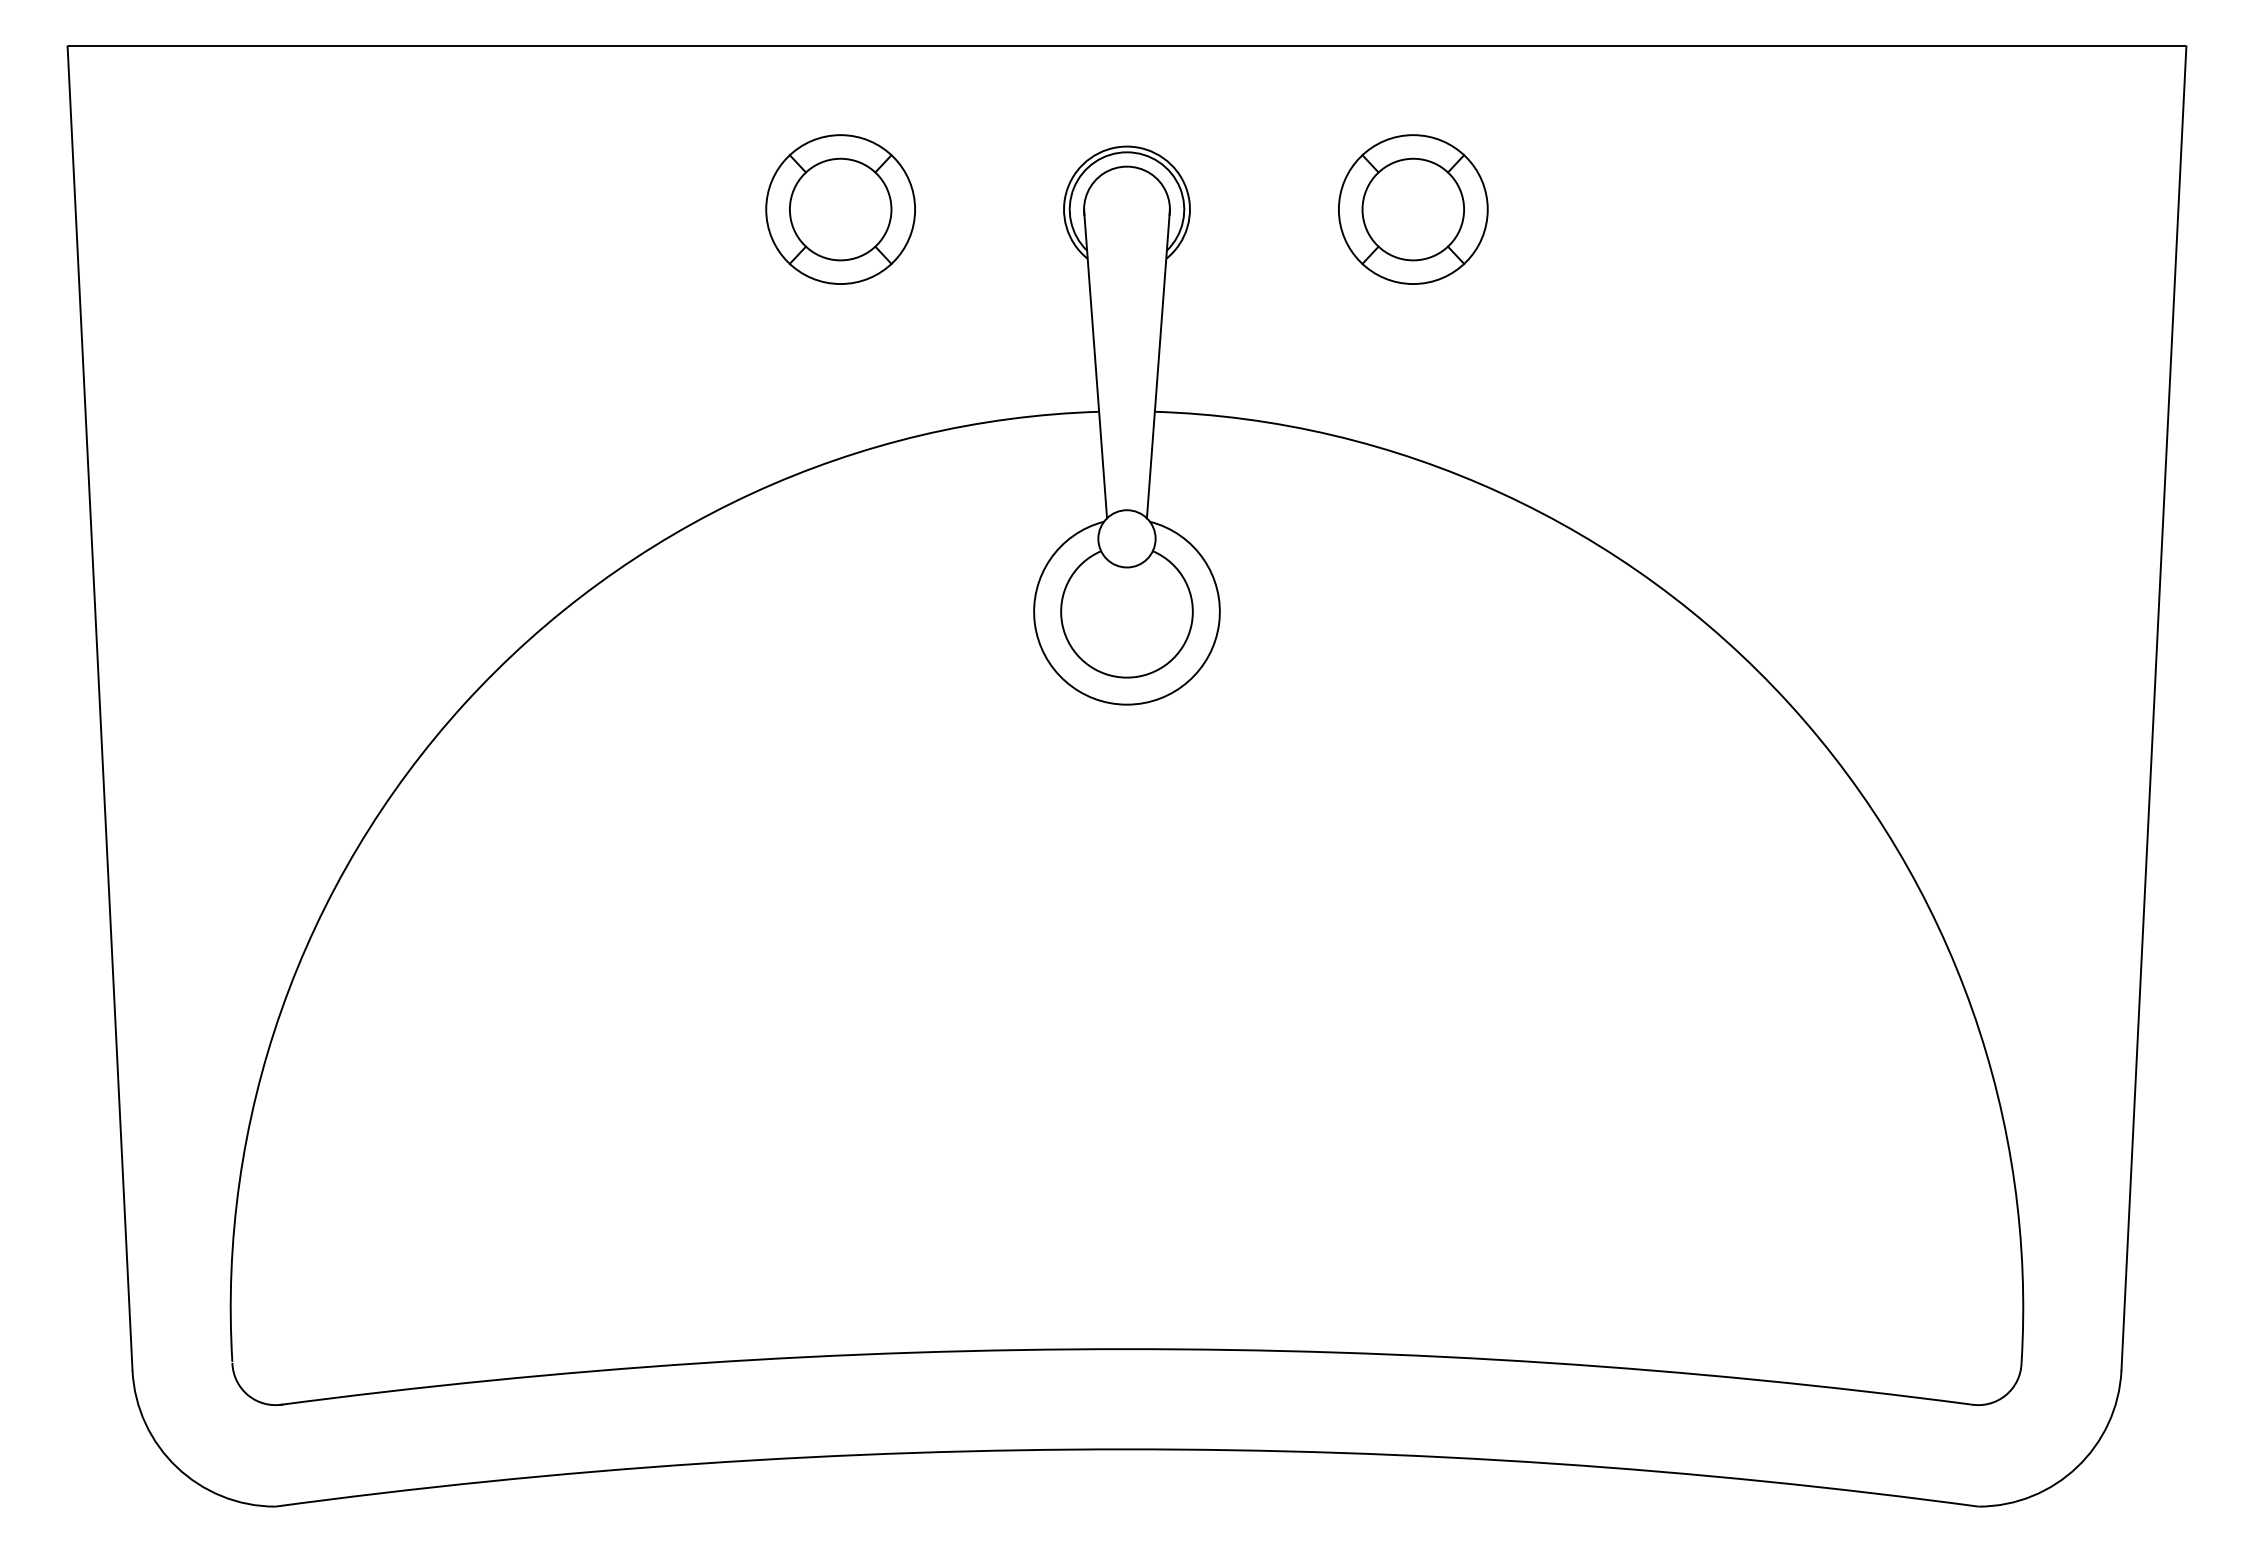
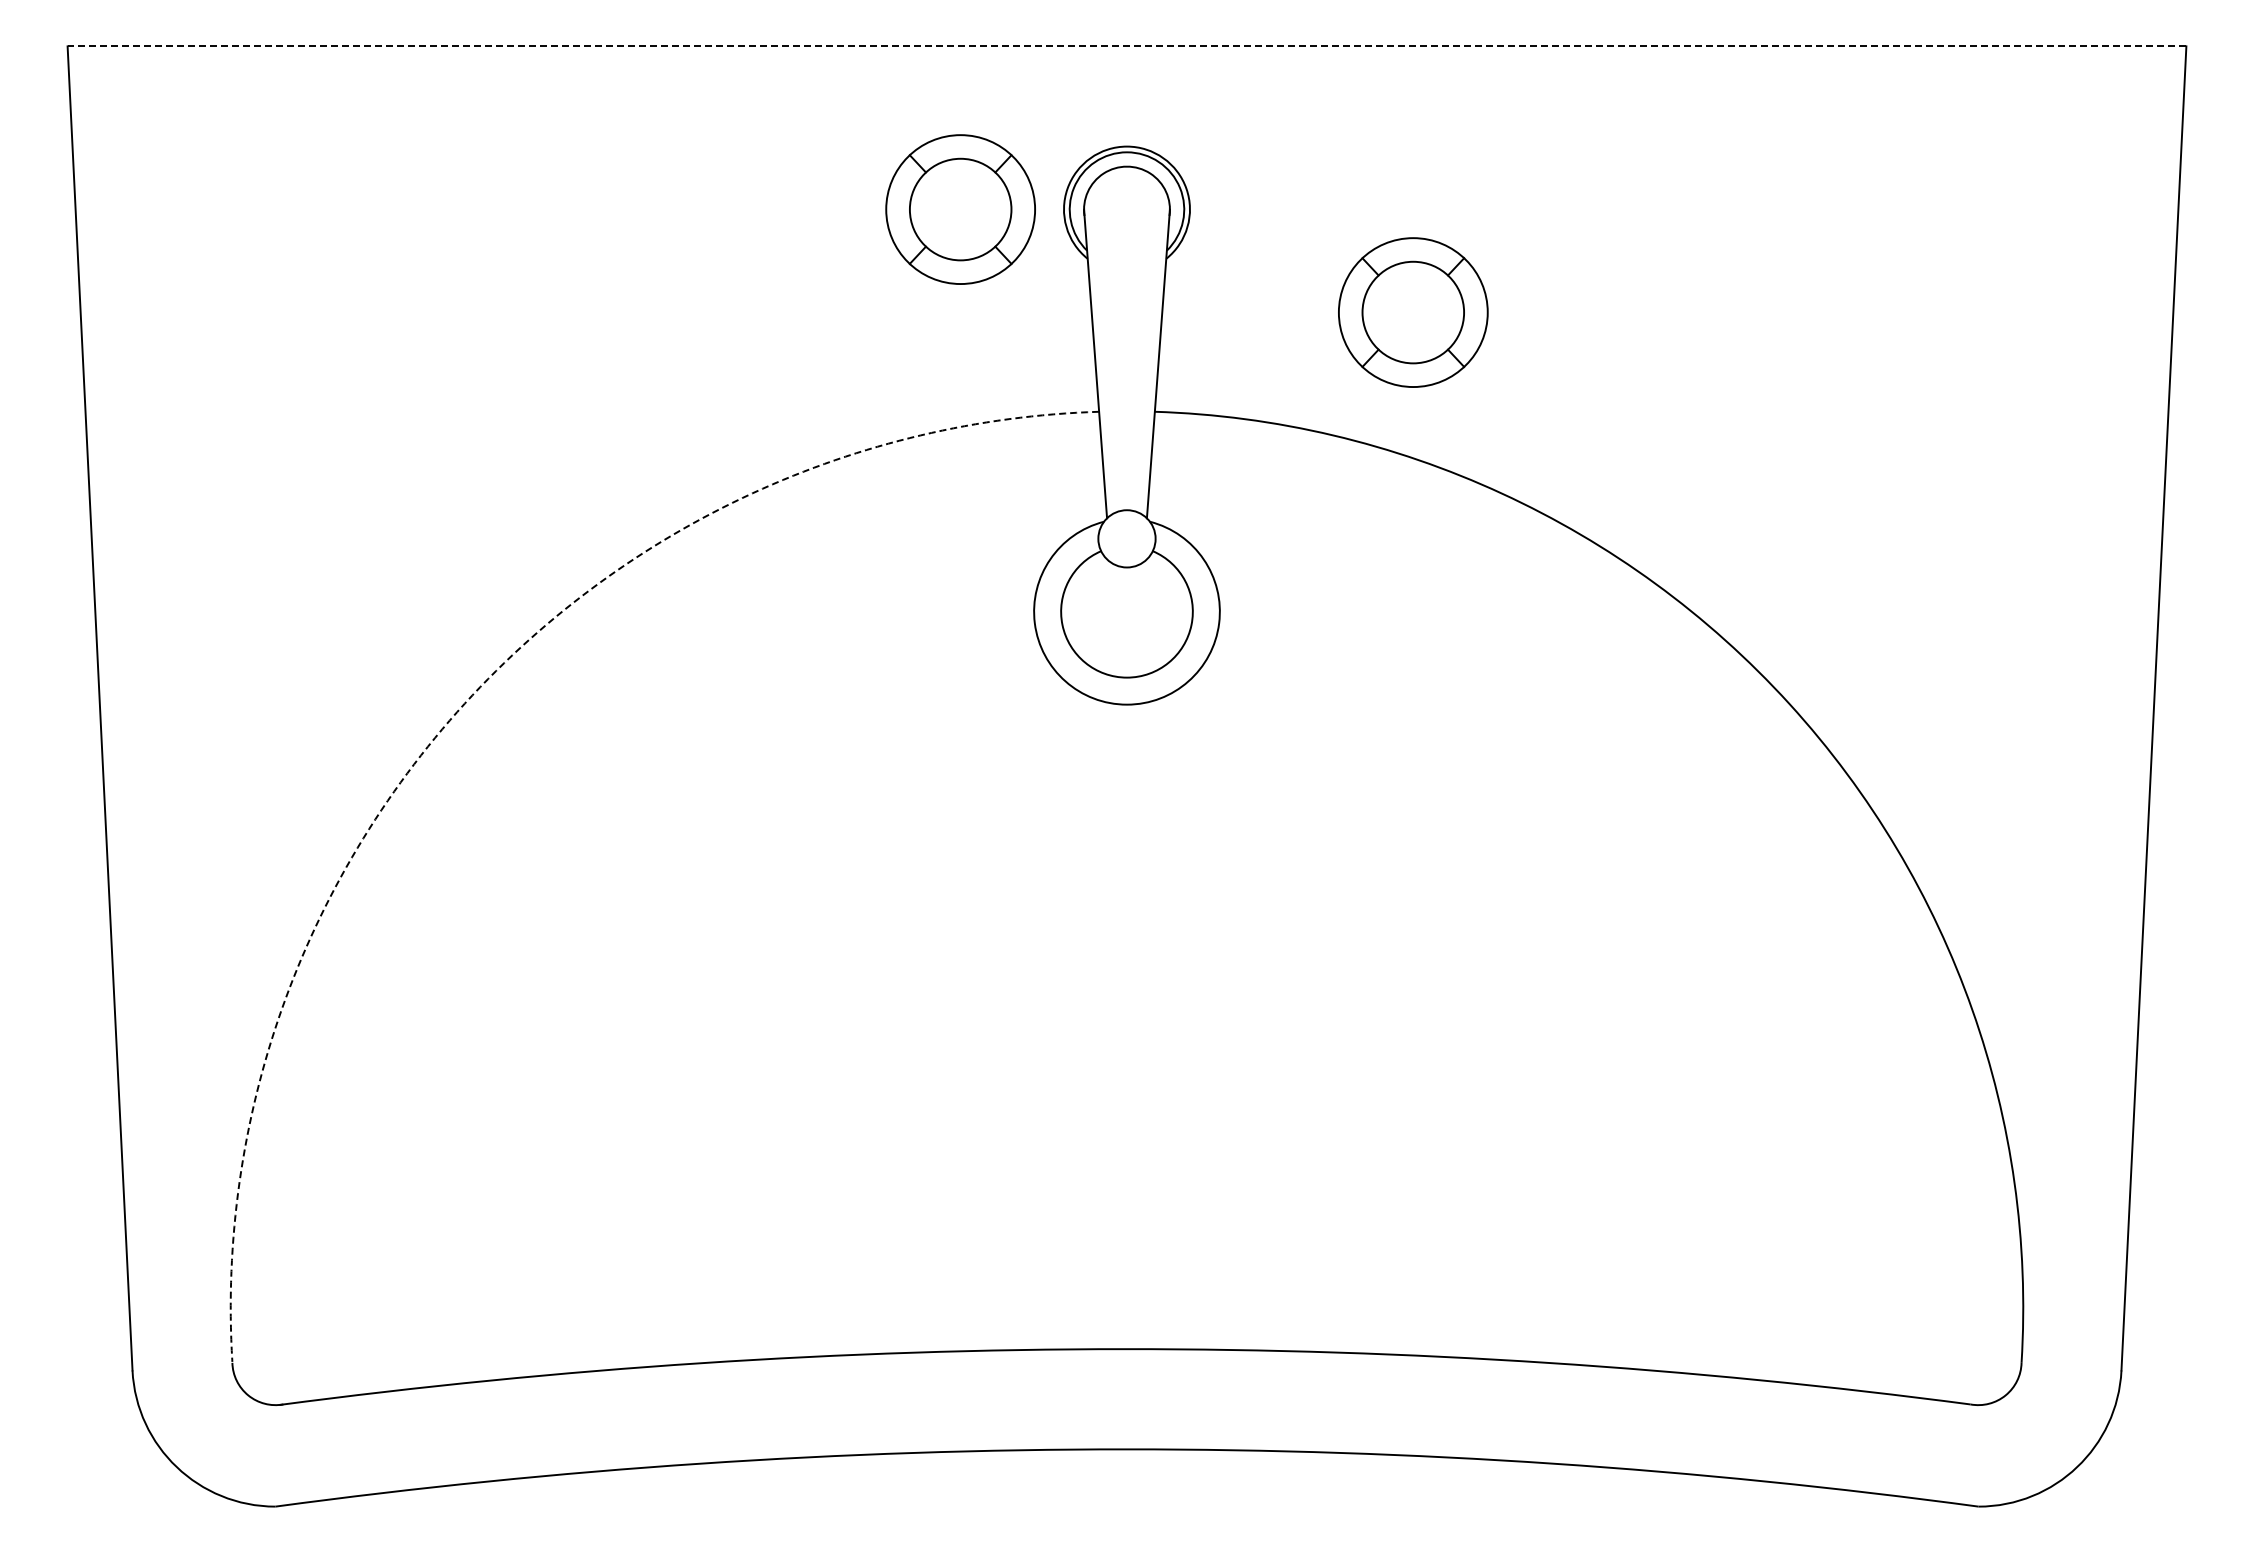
line at (1126, 46): solid -> dashed
part at (840, 209) position: (840, 209) -> (960, 209)
part at (1413, 209) position: (1413, 209) -> (1413, 312)
arc at (464, 703): solid -> dashed
